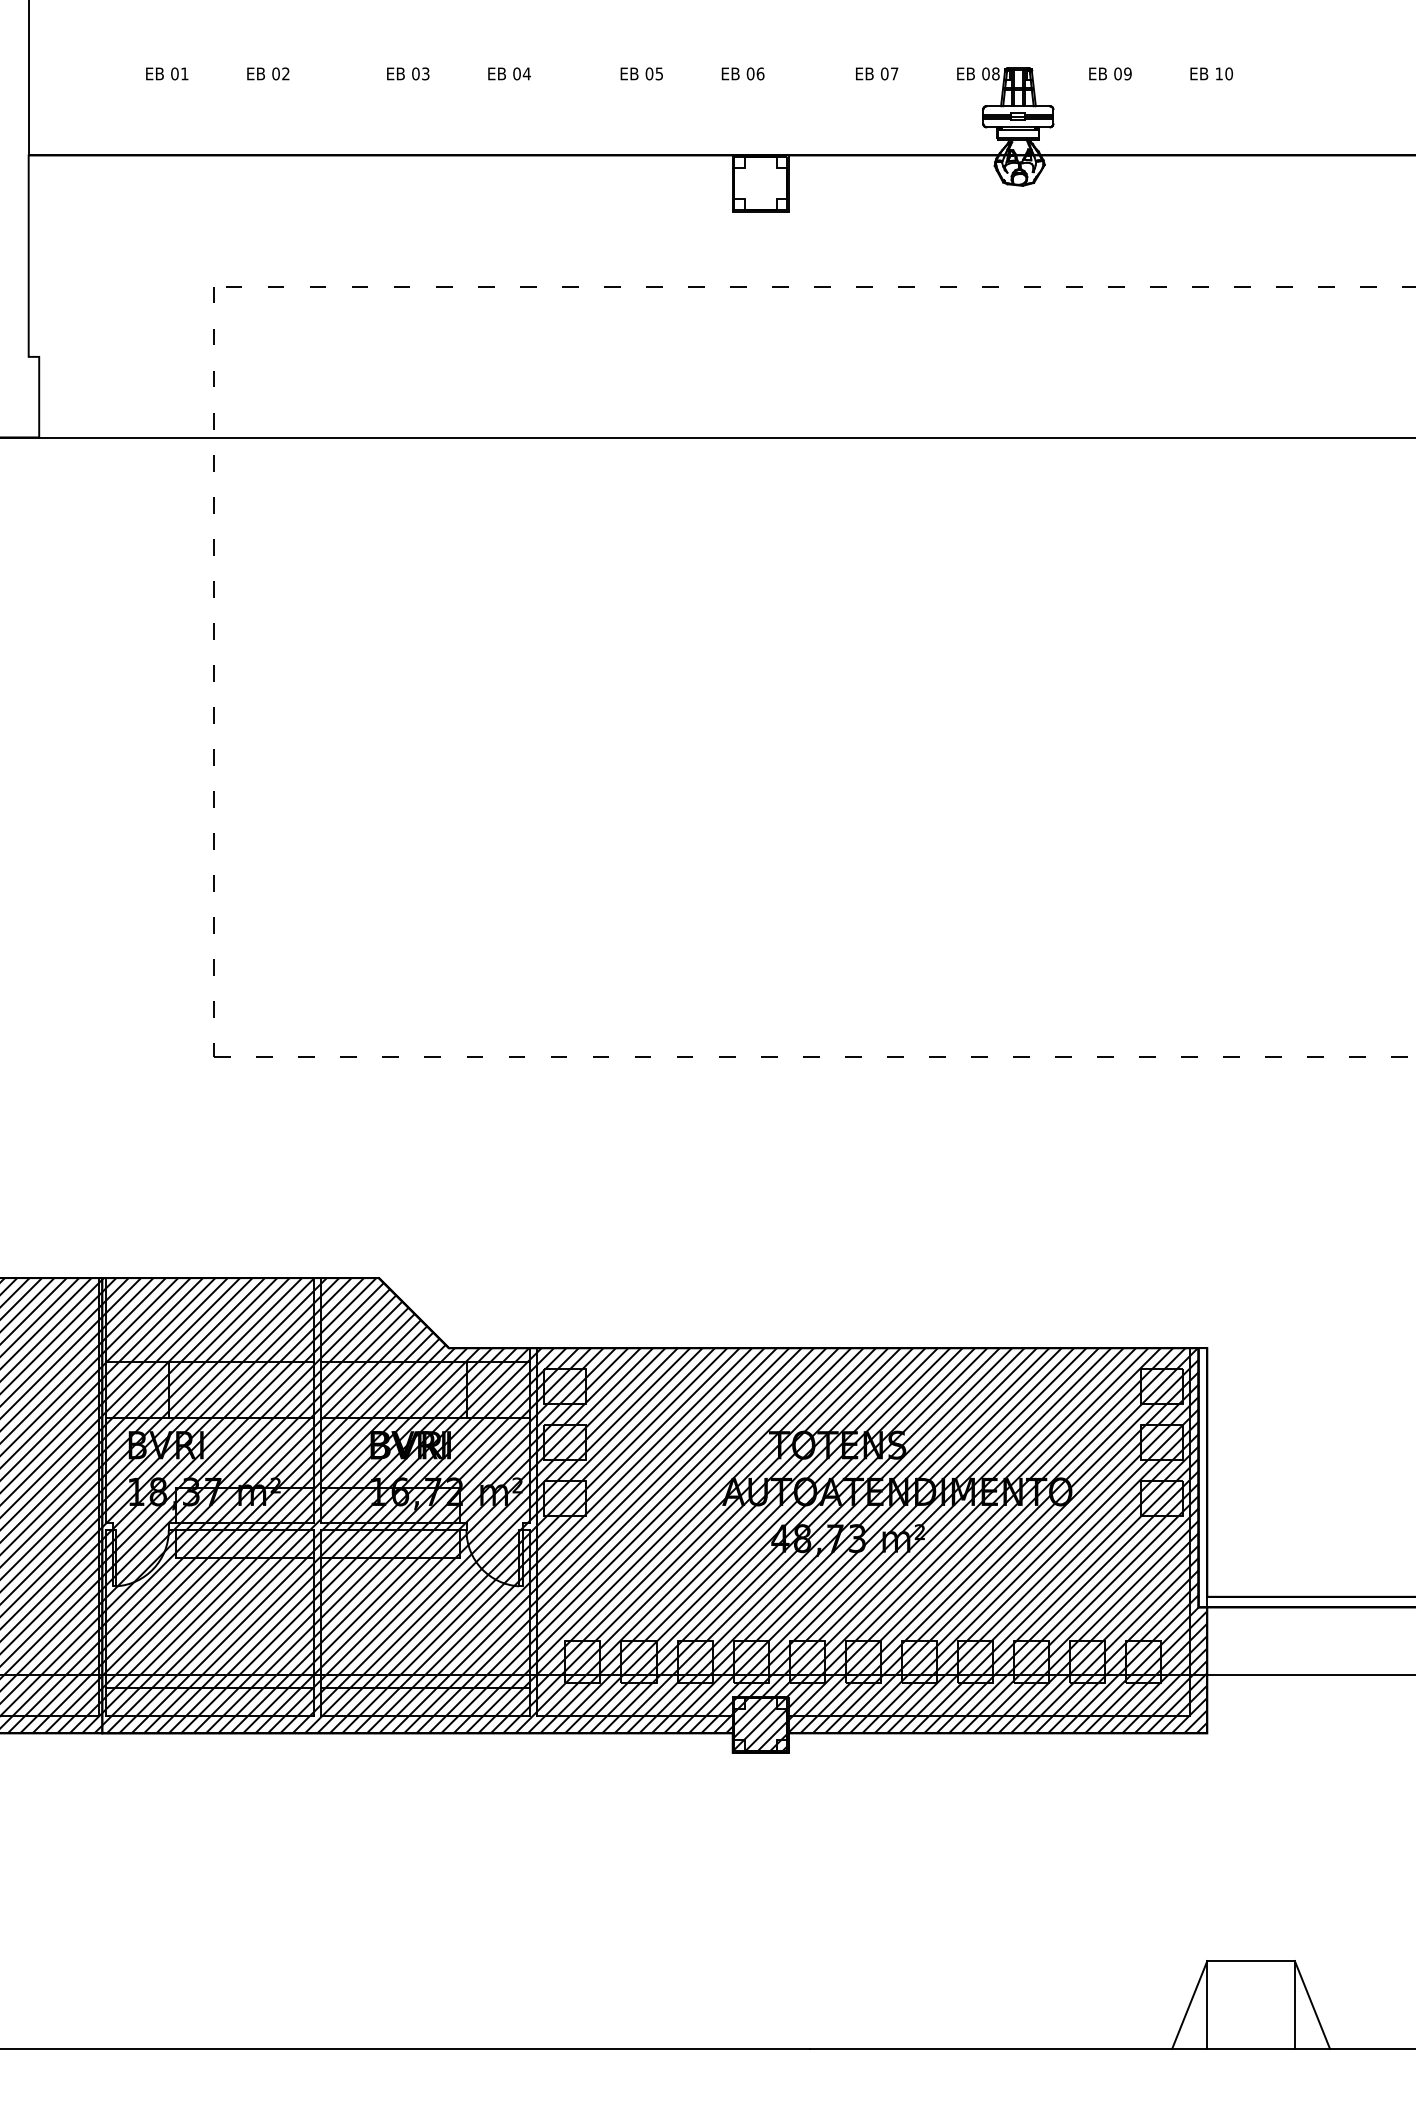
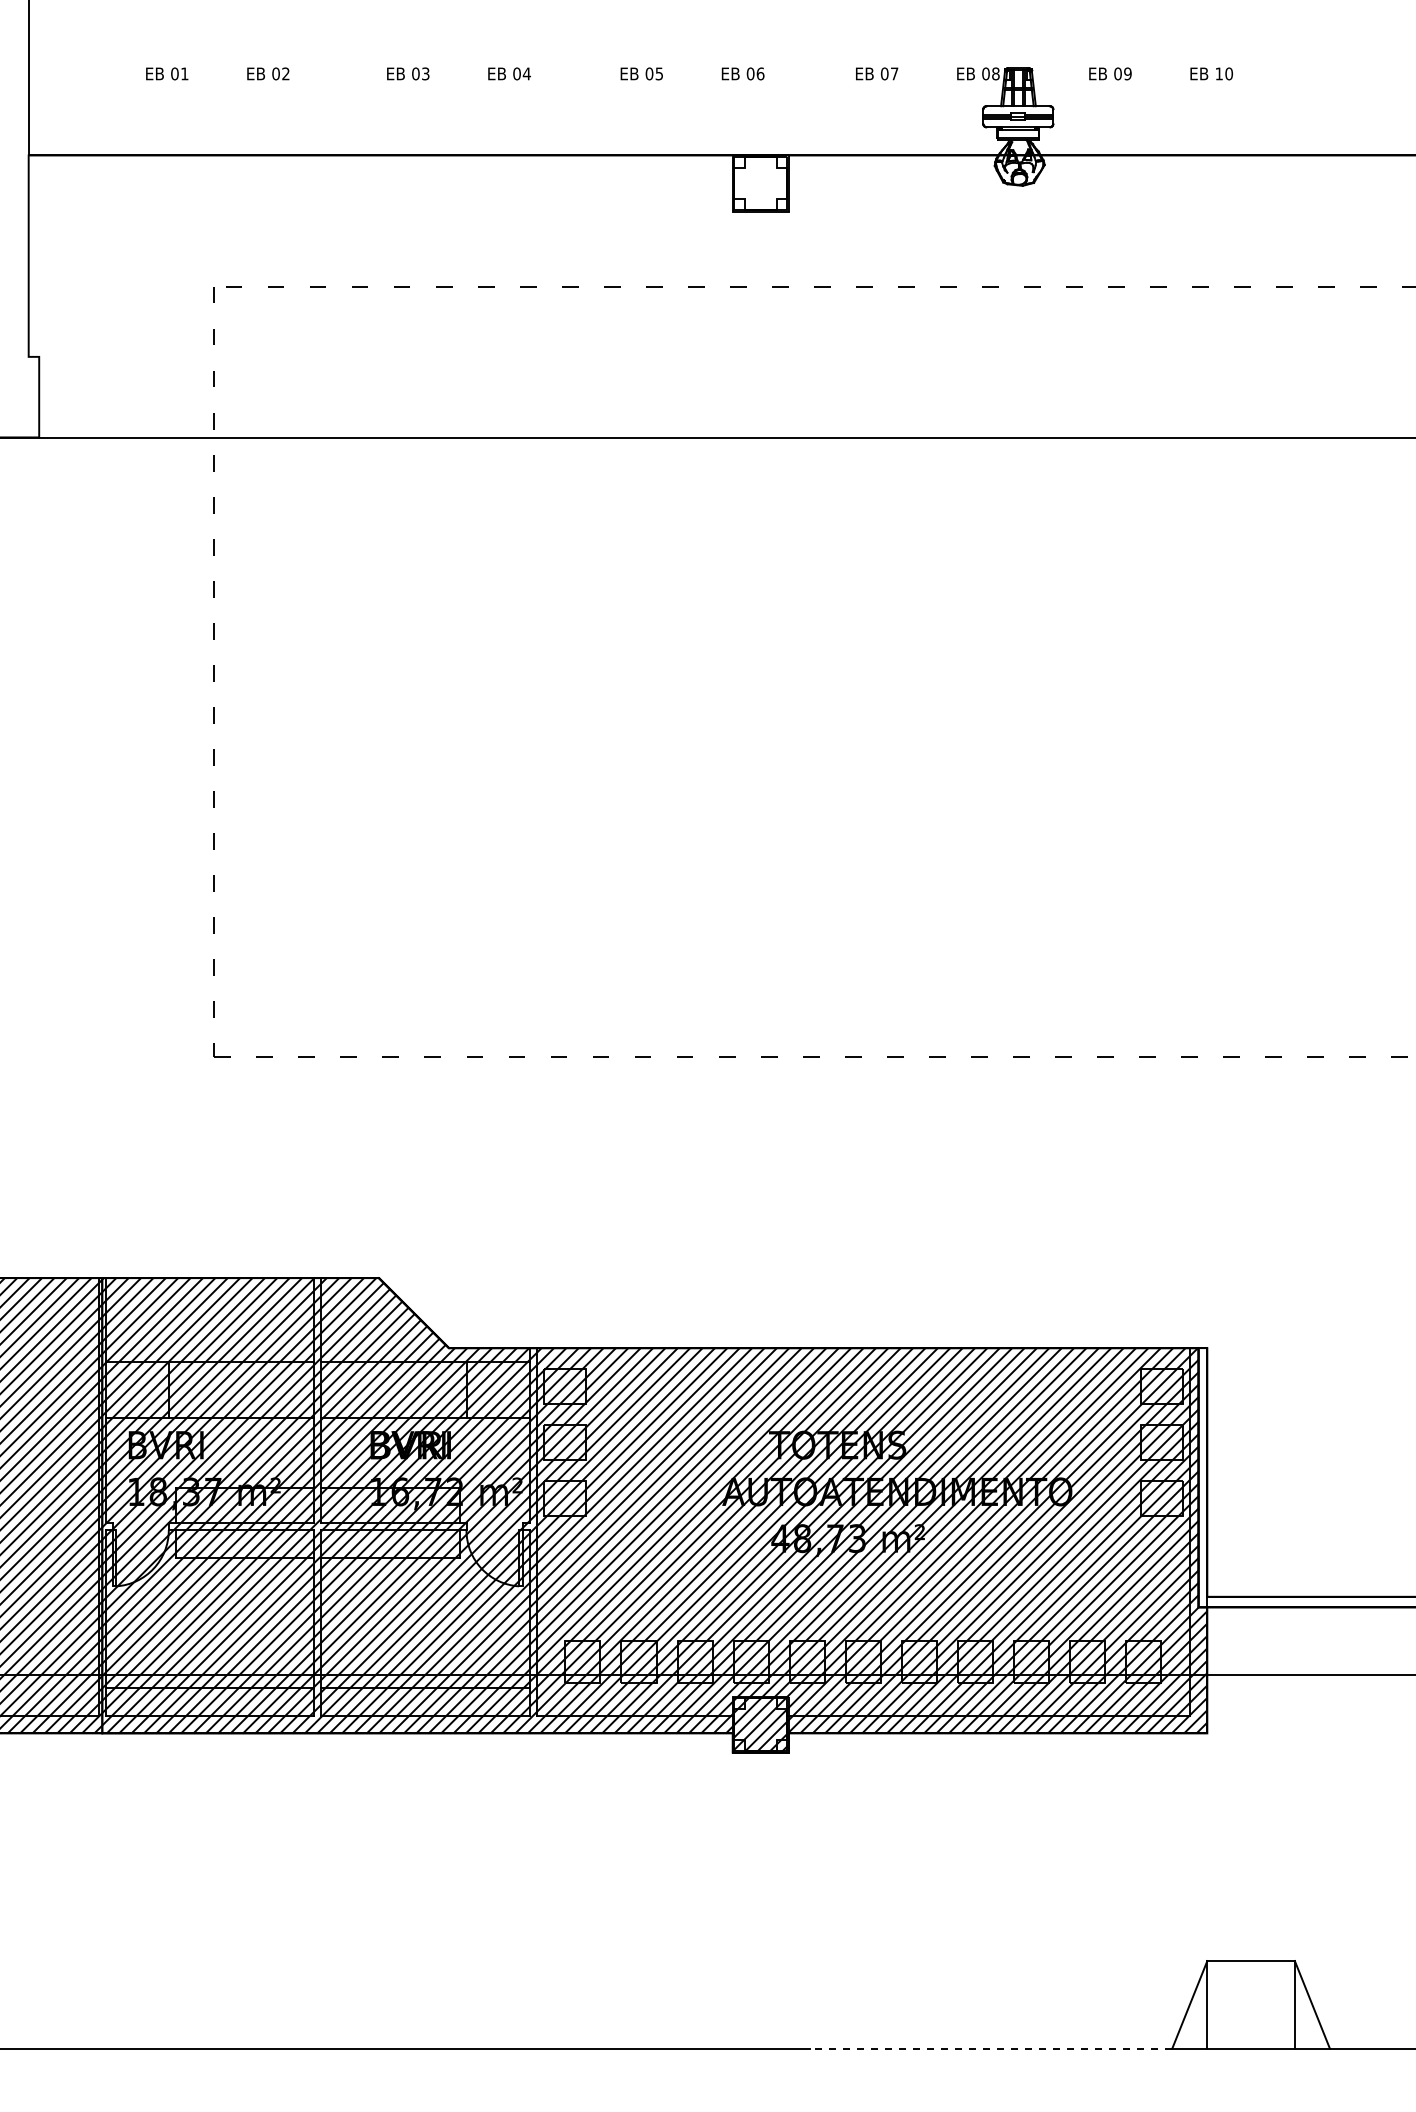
line at (990, 2048): solid -> dashed
